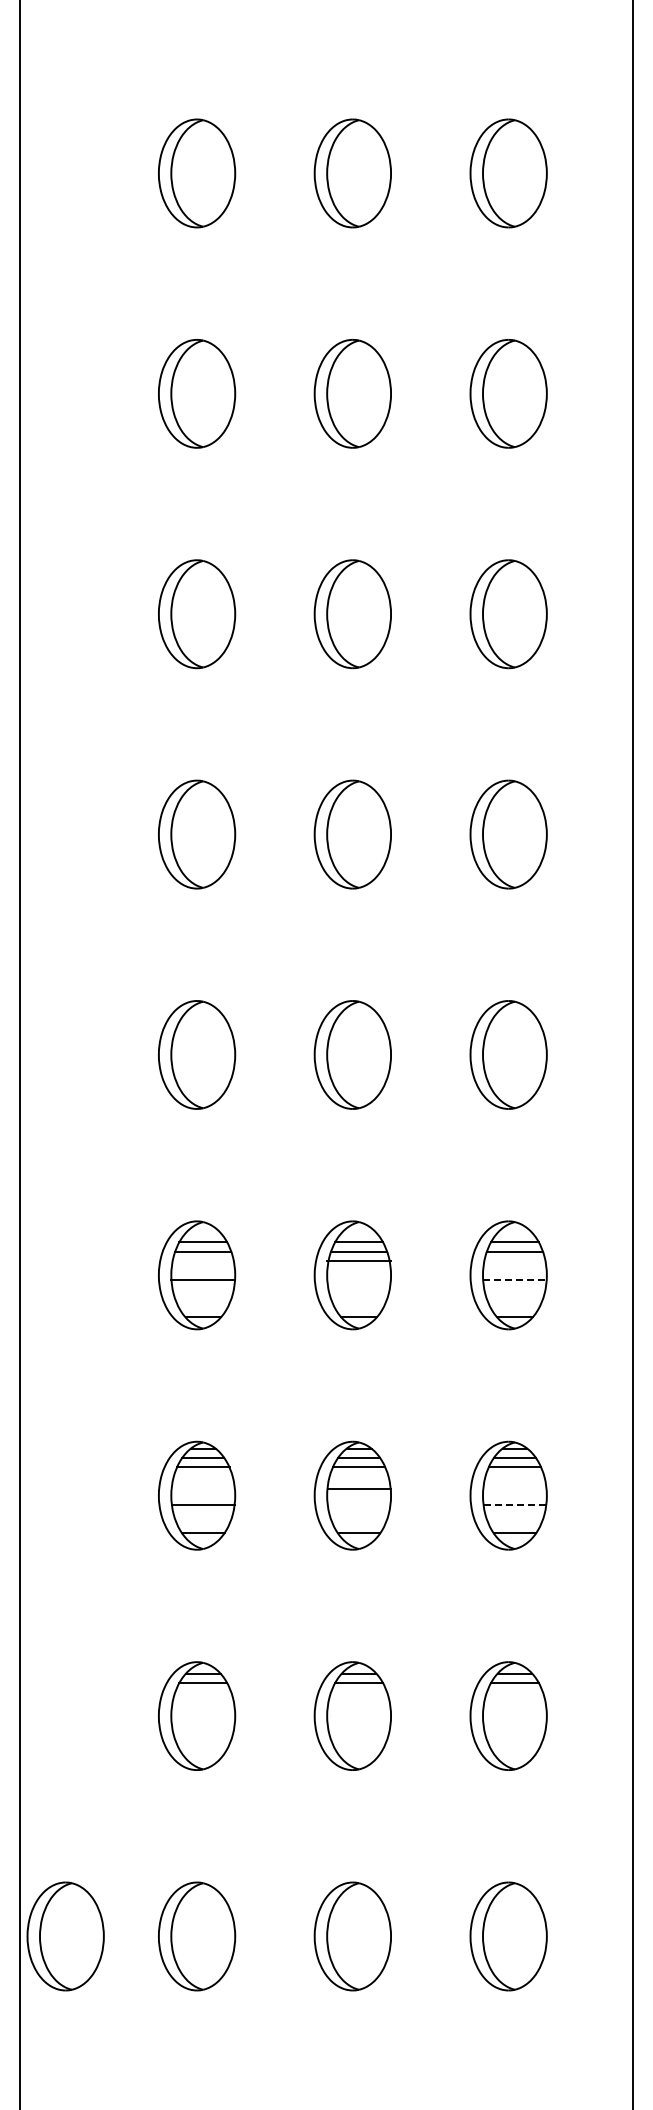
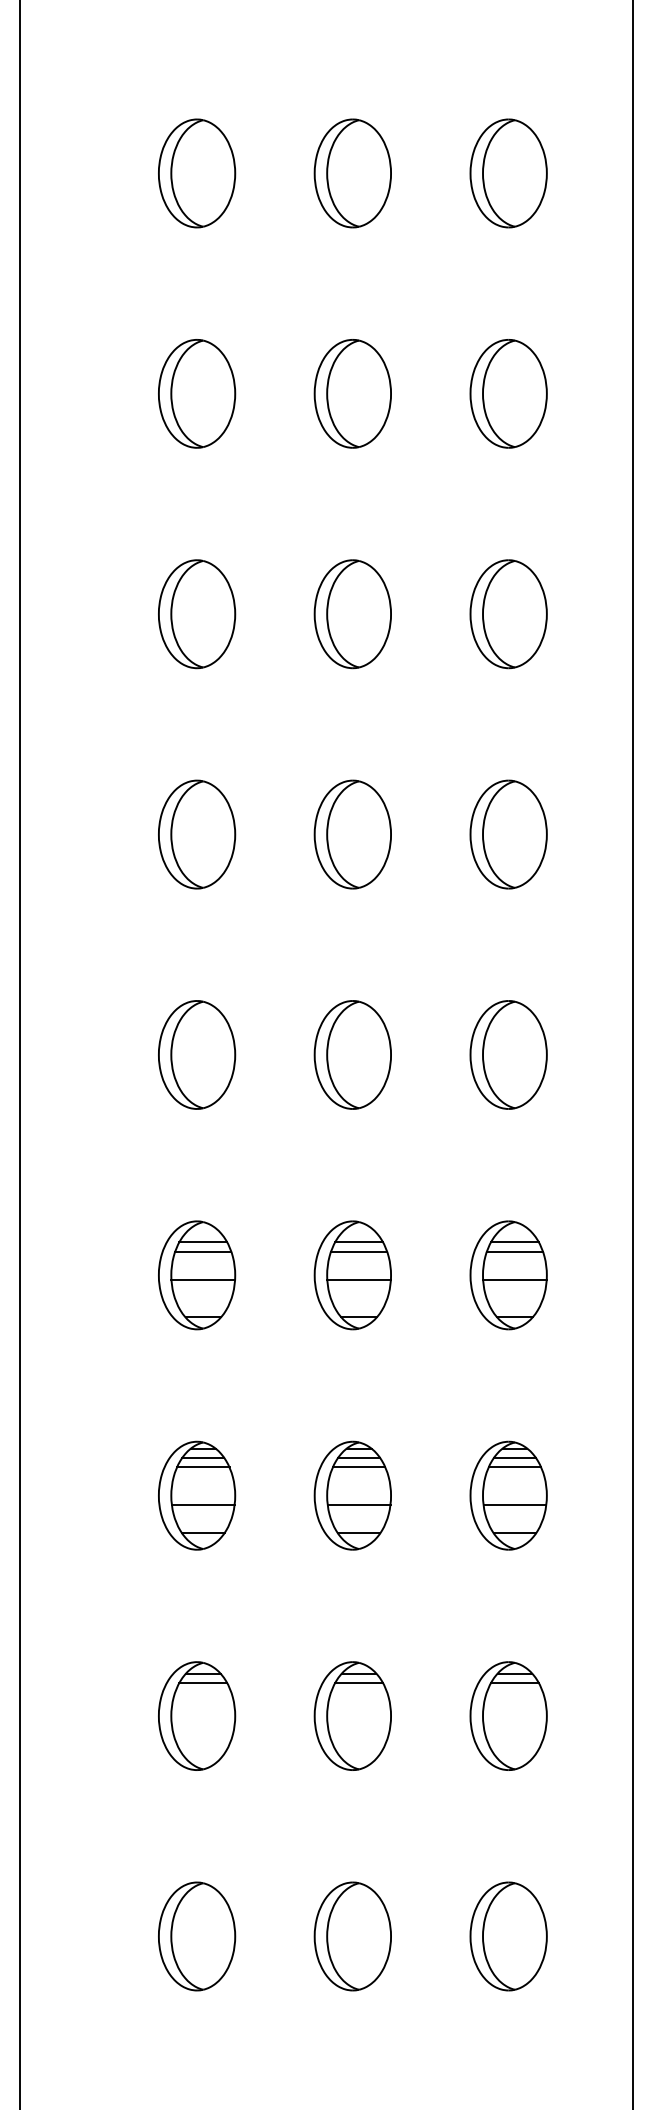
line at (358, 1260) position: (358, 1260) -> (358, 1279)
line at (514, 1279): dashed -> solid
line at (358, 1488) position: (358, 1488) -> (358, 1504)
line at (515, 1504): dashed -> solid
part at (65, 1936): present -> none
